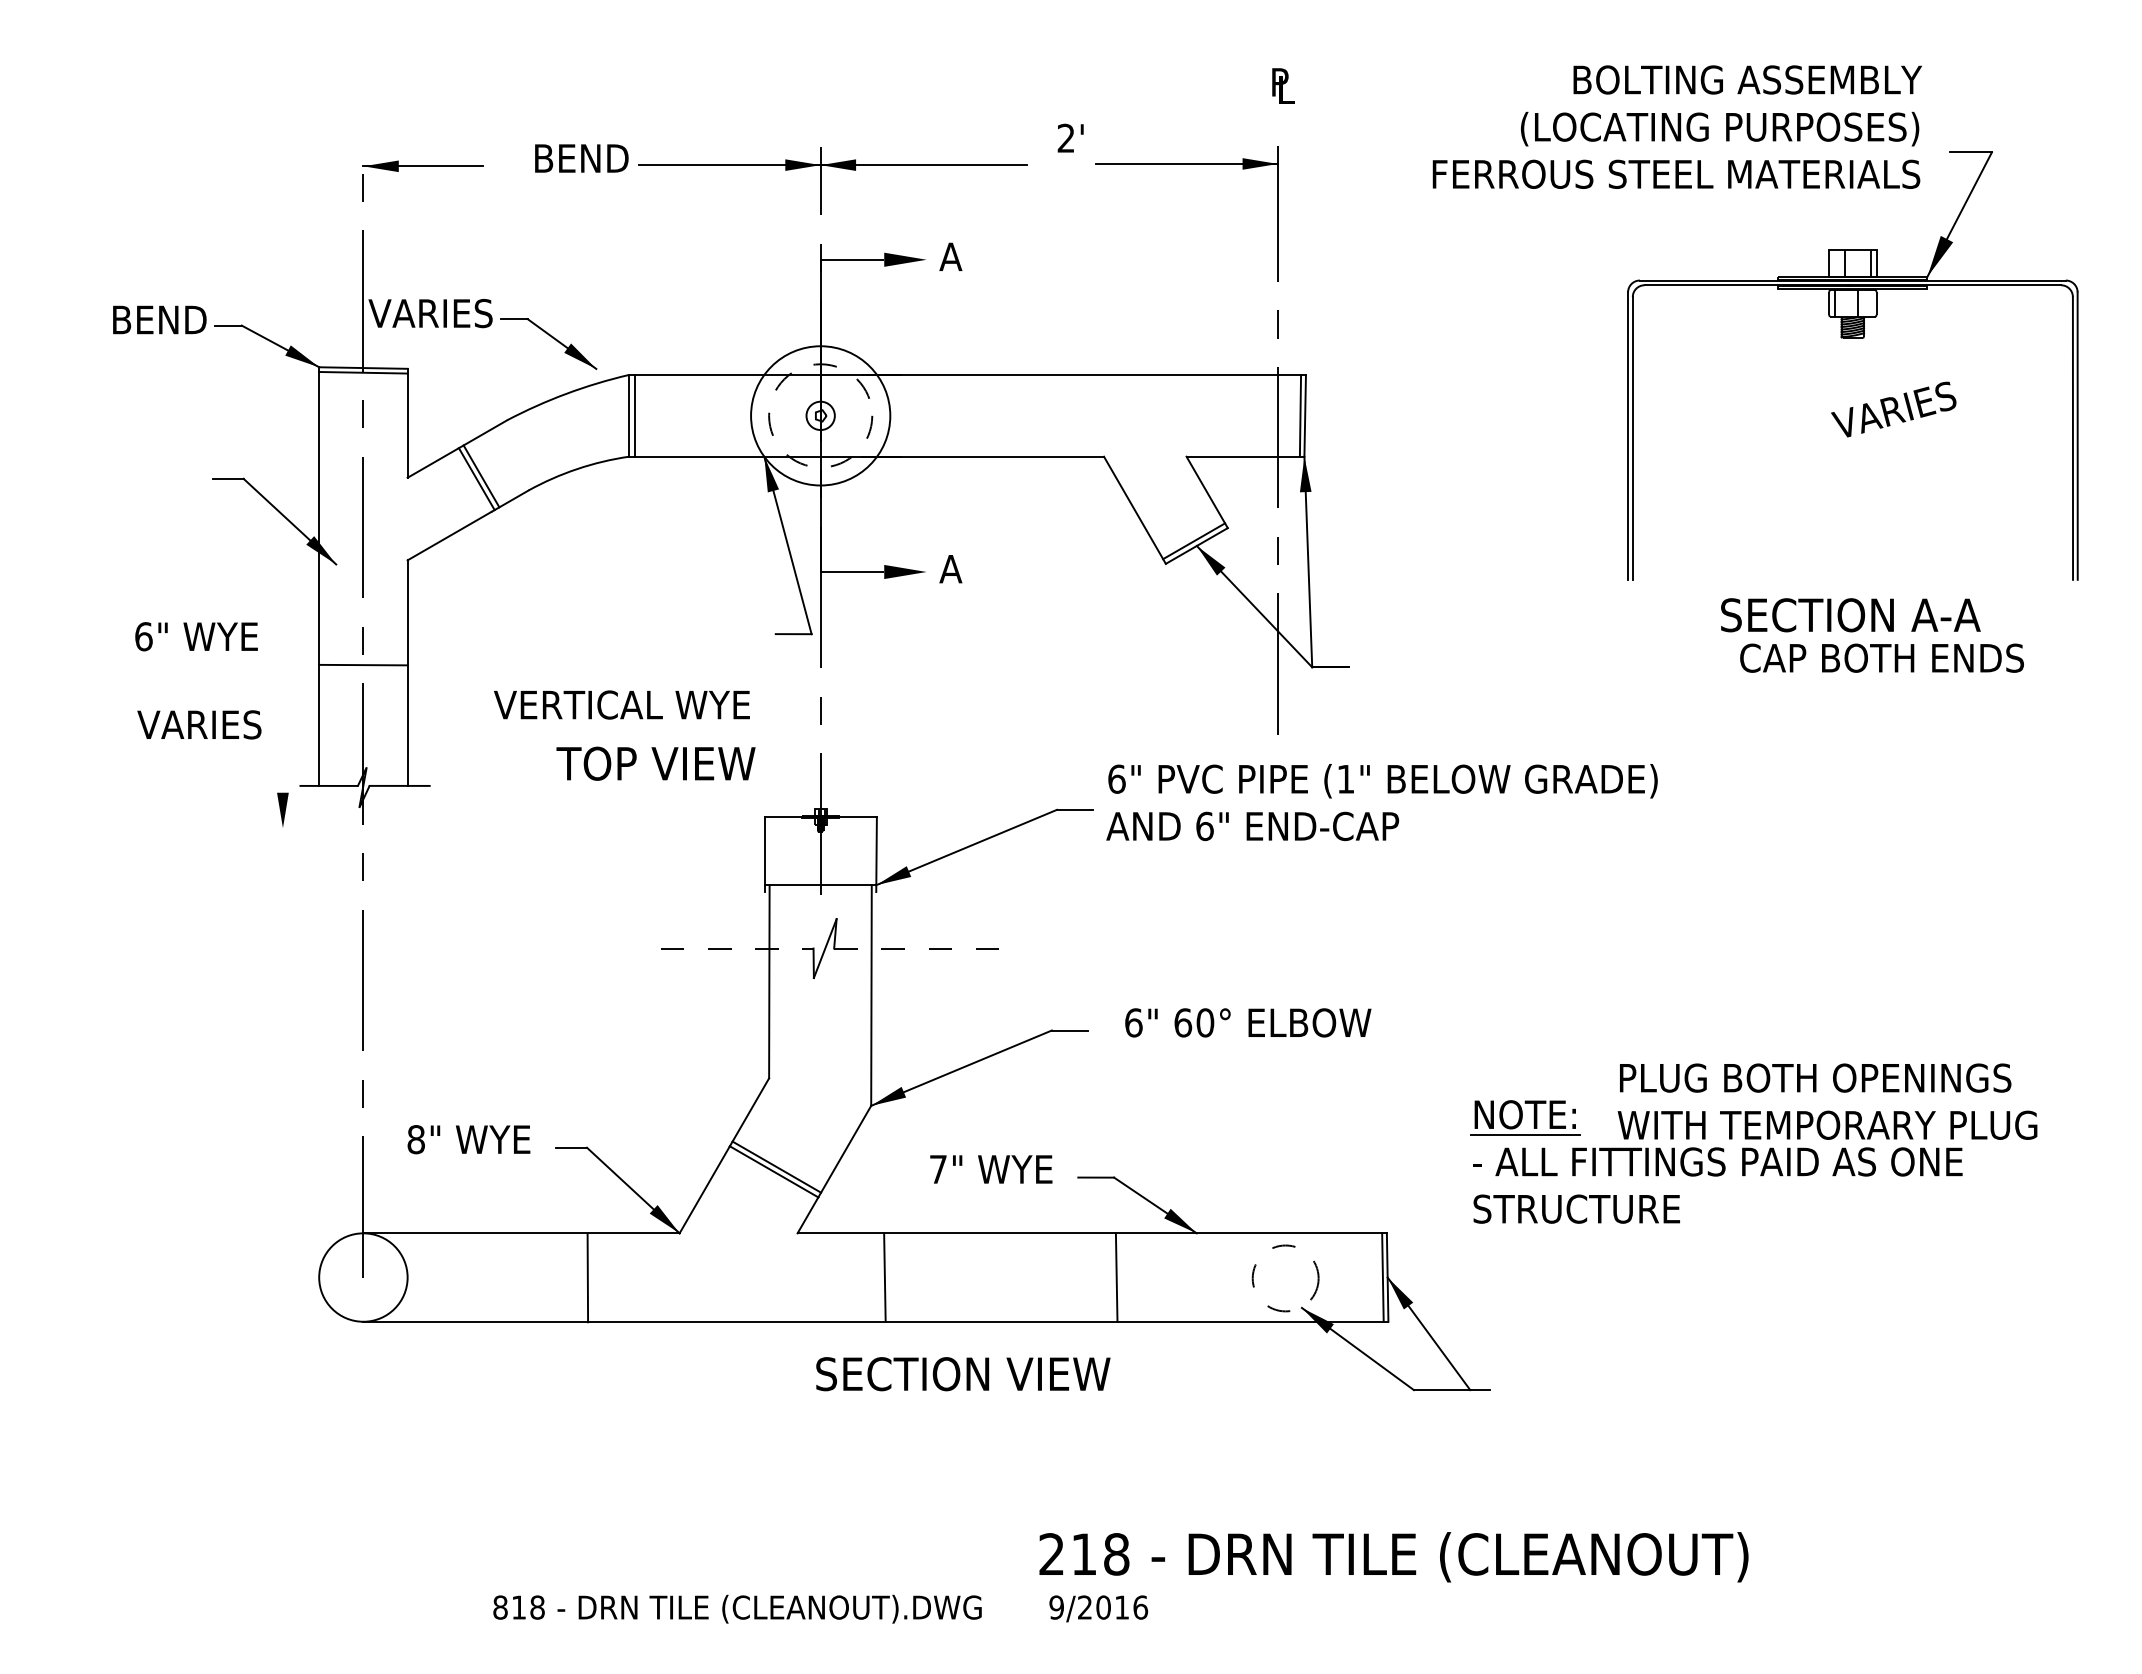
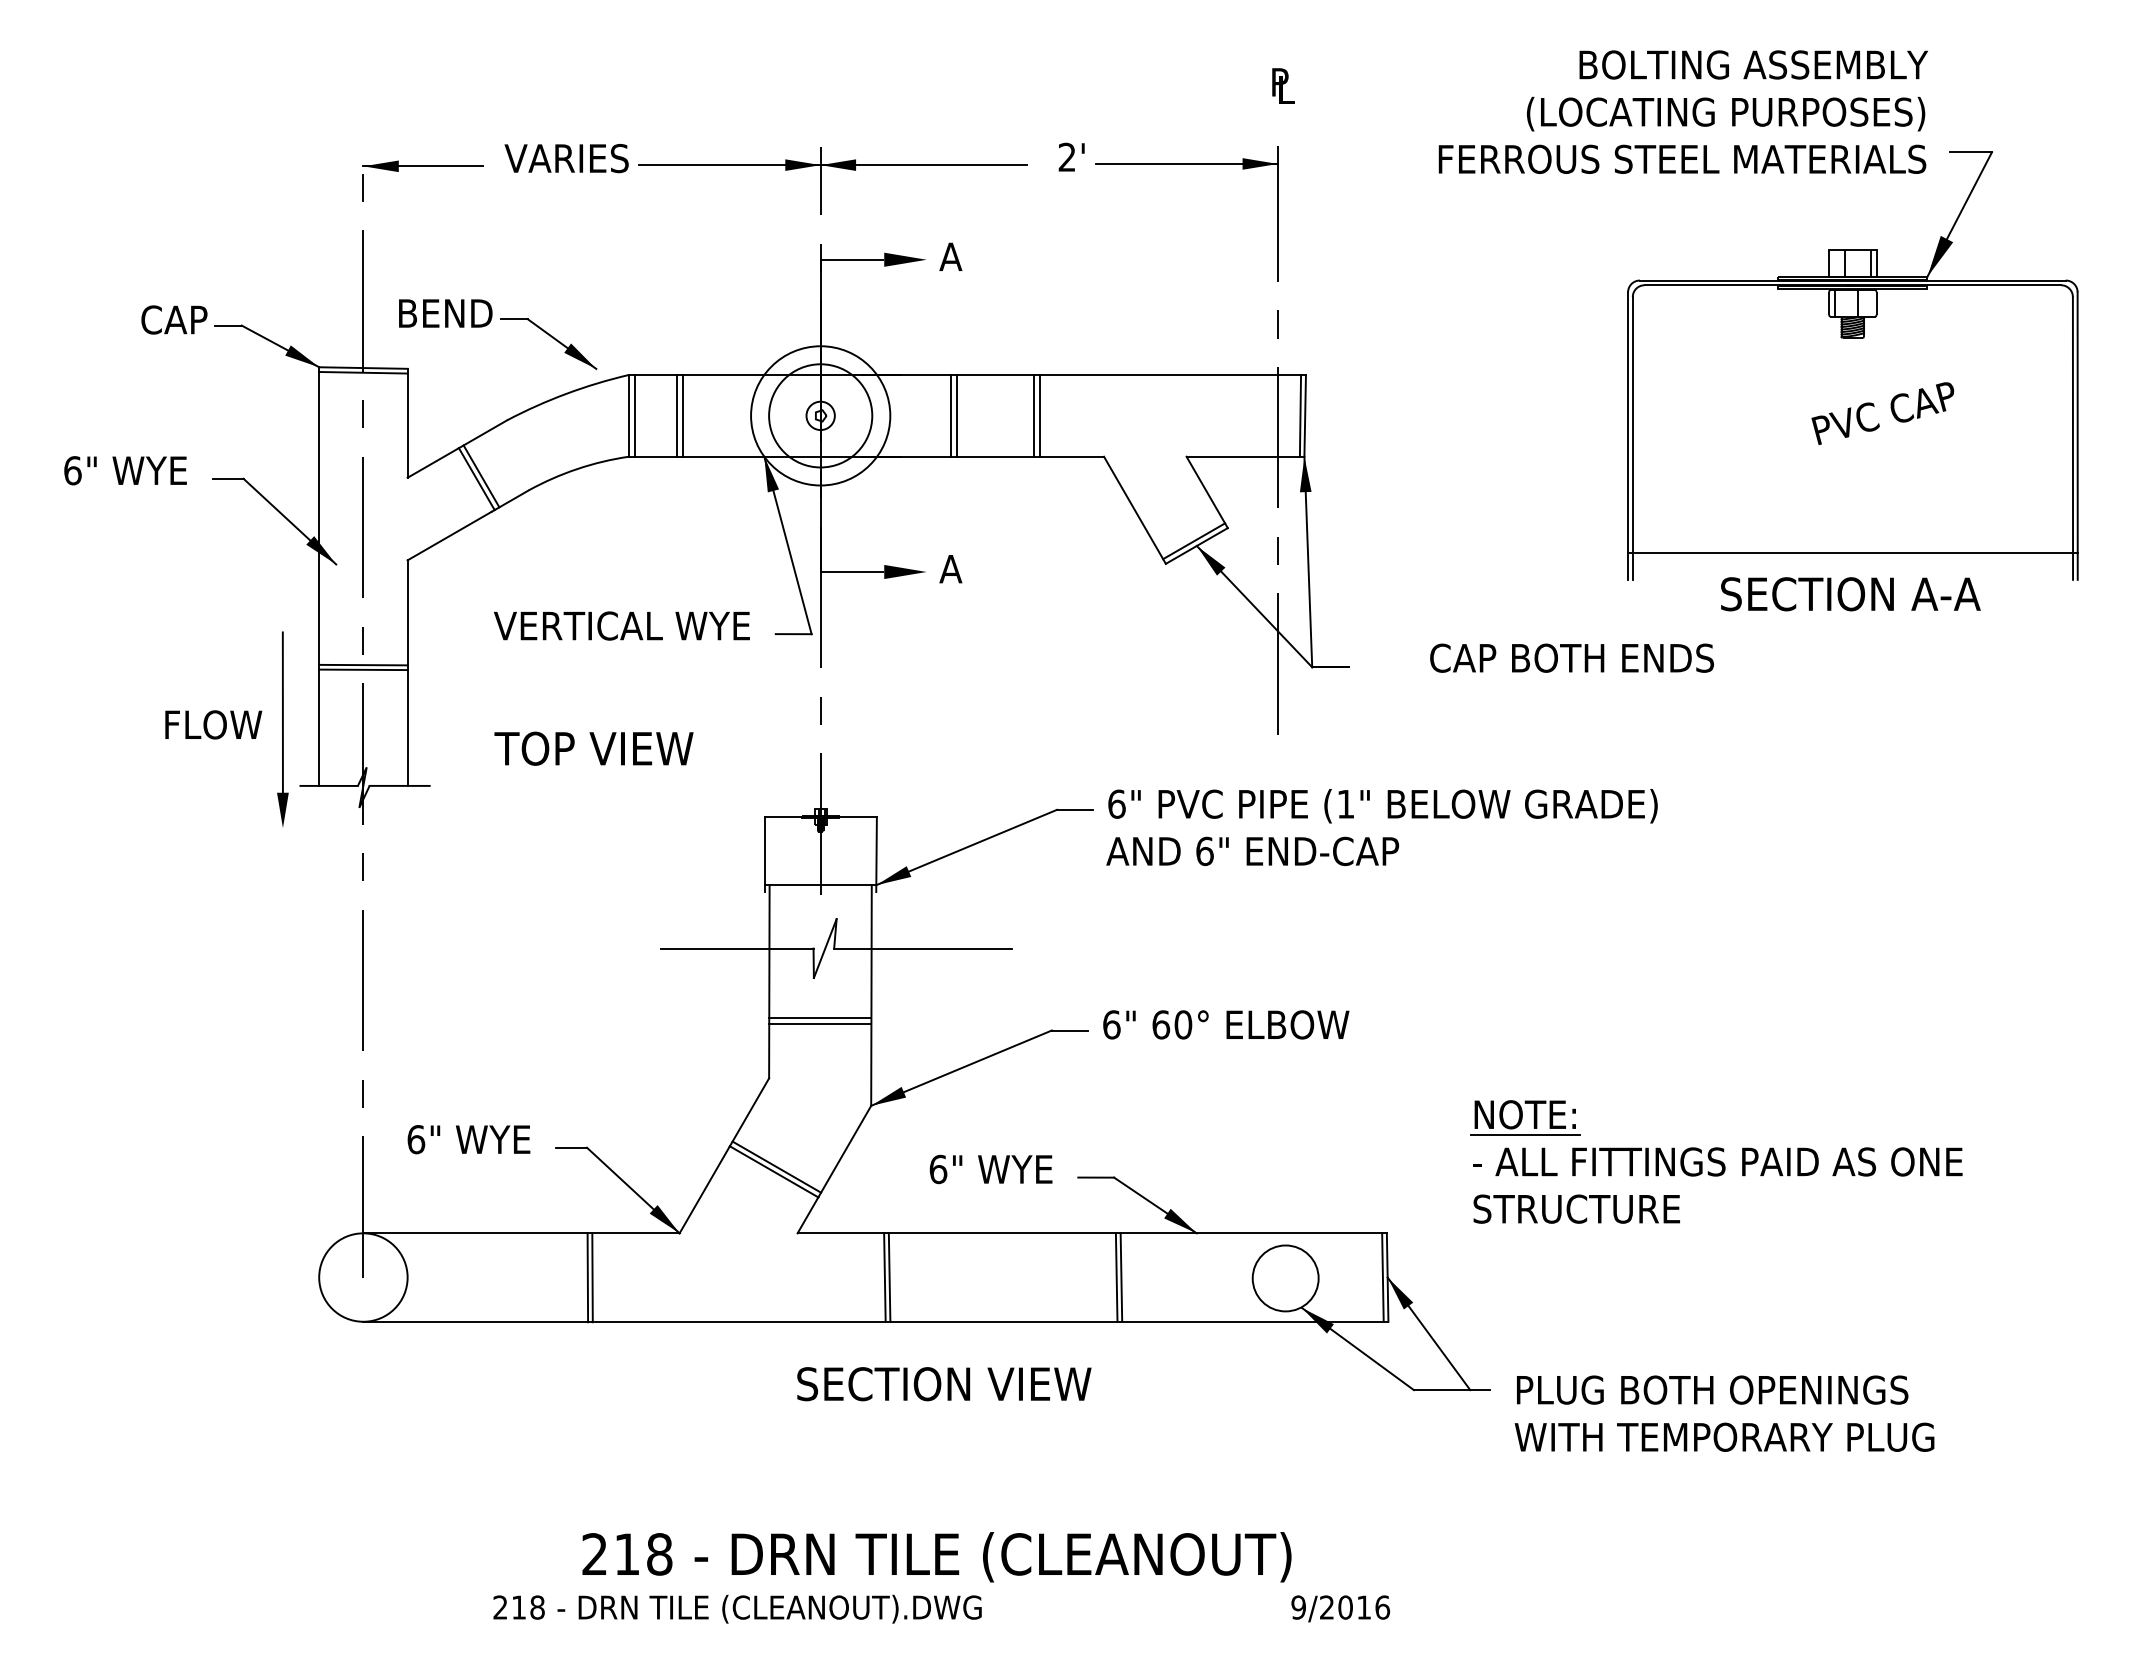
text at (1676, 126) position: (1676, 126) -> (1682, 111)
text at (1070, 137) position: (1070, 137) -> (1071, 156)
text at (566, 158): BEND -> VARIES
text at (430, 313): VARIES -> BEND
text at (160, 319): BEND -> CAP
text at (1883, 412): VARIES -> PVC CAP
line at (677, 415): none -> present
line at (682, 415): none -> present
circle at (820, 415): dashed -> solid
line at (951, 415): none -> present
line at (956, 415): none -> present
line at (1033, 415): none -> present
line at (1039, 415): none -> present
line at (1852, 552): none -> present
text at (1850, 615) position: (1850, 615) -> (1850, 594)
text at (196, 636) position: (196, 636) -> (125, 470)
text at (1881, 657) position: (1881, 657) -> (1571, 657)
line at (363, 669): none -> present
text at (621, 704) position: (621, 704) -> (621, 625)
line at (282, 712): none -> present
text at (199, 724): VARIES -> FLOW
text at (655, 763) position: (655, 763) -> (593, 748)
text at (1381, 802) position: (1381, 802) -> (1381, 827)
line at (737, 948): dashed -> solid
line at (923, 948): dashed -> solid
line at (820, 1018): none -> present
text at (1248, 1022) position: (1248, 1022) -> (1226, 1024)
line at (820, 1023): none -> present
text at (1827, 1101) position: (1827, 1101) -> (1724, 1413)
text at (416, 1139): 8" -> 6"
text at (938, 1169): 7" -> 6"
line at (592, 1277): none -> present
line at (889, 1277): none -> present
line at (1121, 1277): none -> present
circle at (1285, 1278): dashed -> solid
text at (963, 1374) position: (963, 1374) -> (944, 1384)
text at (1393, 1557) position: (1393, 1557) -> (936, 1557)
text at (500, 1607): 818 -> 218
text at (1098, 1608) position: (1098, 1608) -> (1340, 1608)
